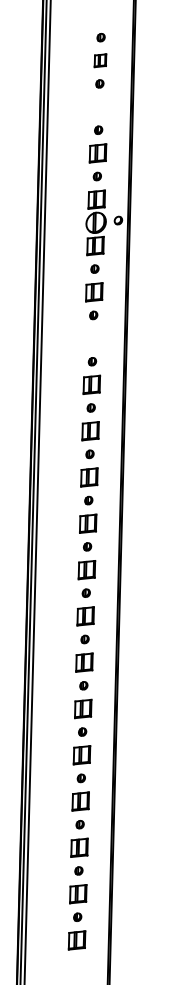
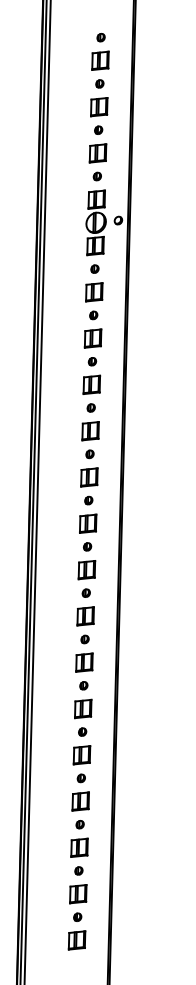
part at (100, 60) size: 15x16 px -> 19x21 px
part at (99, 107): none -> present
part at (92, 338): none -> present
